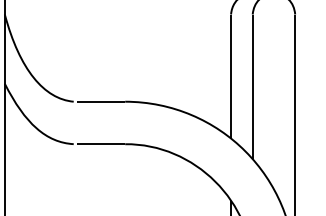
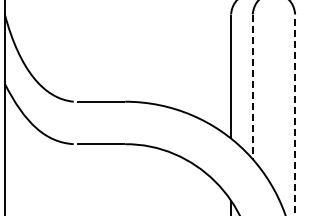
line at (252, 87): solid -> dashed
line at (295, 114): solid -> dashed
